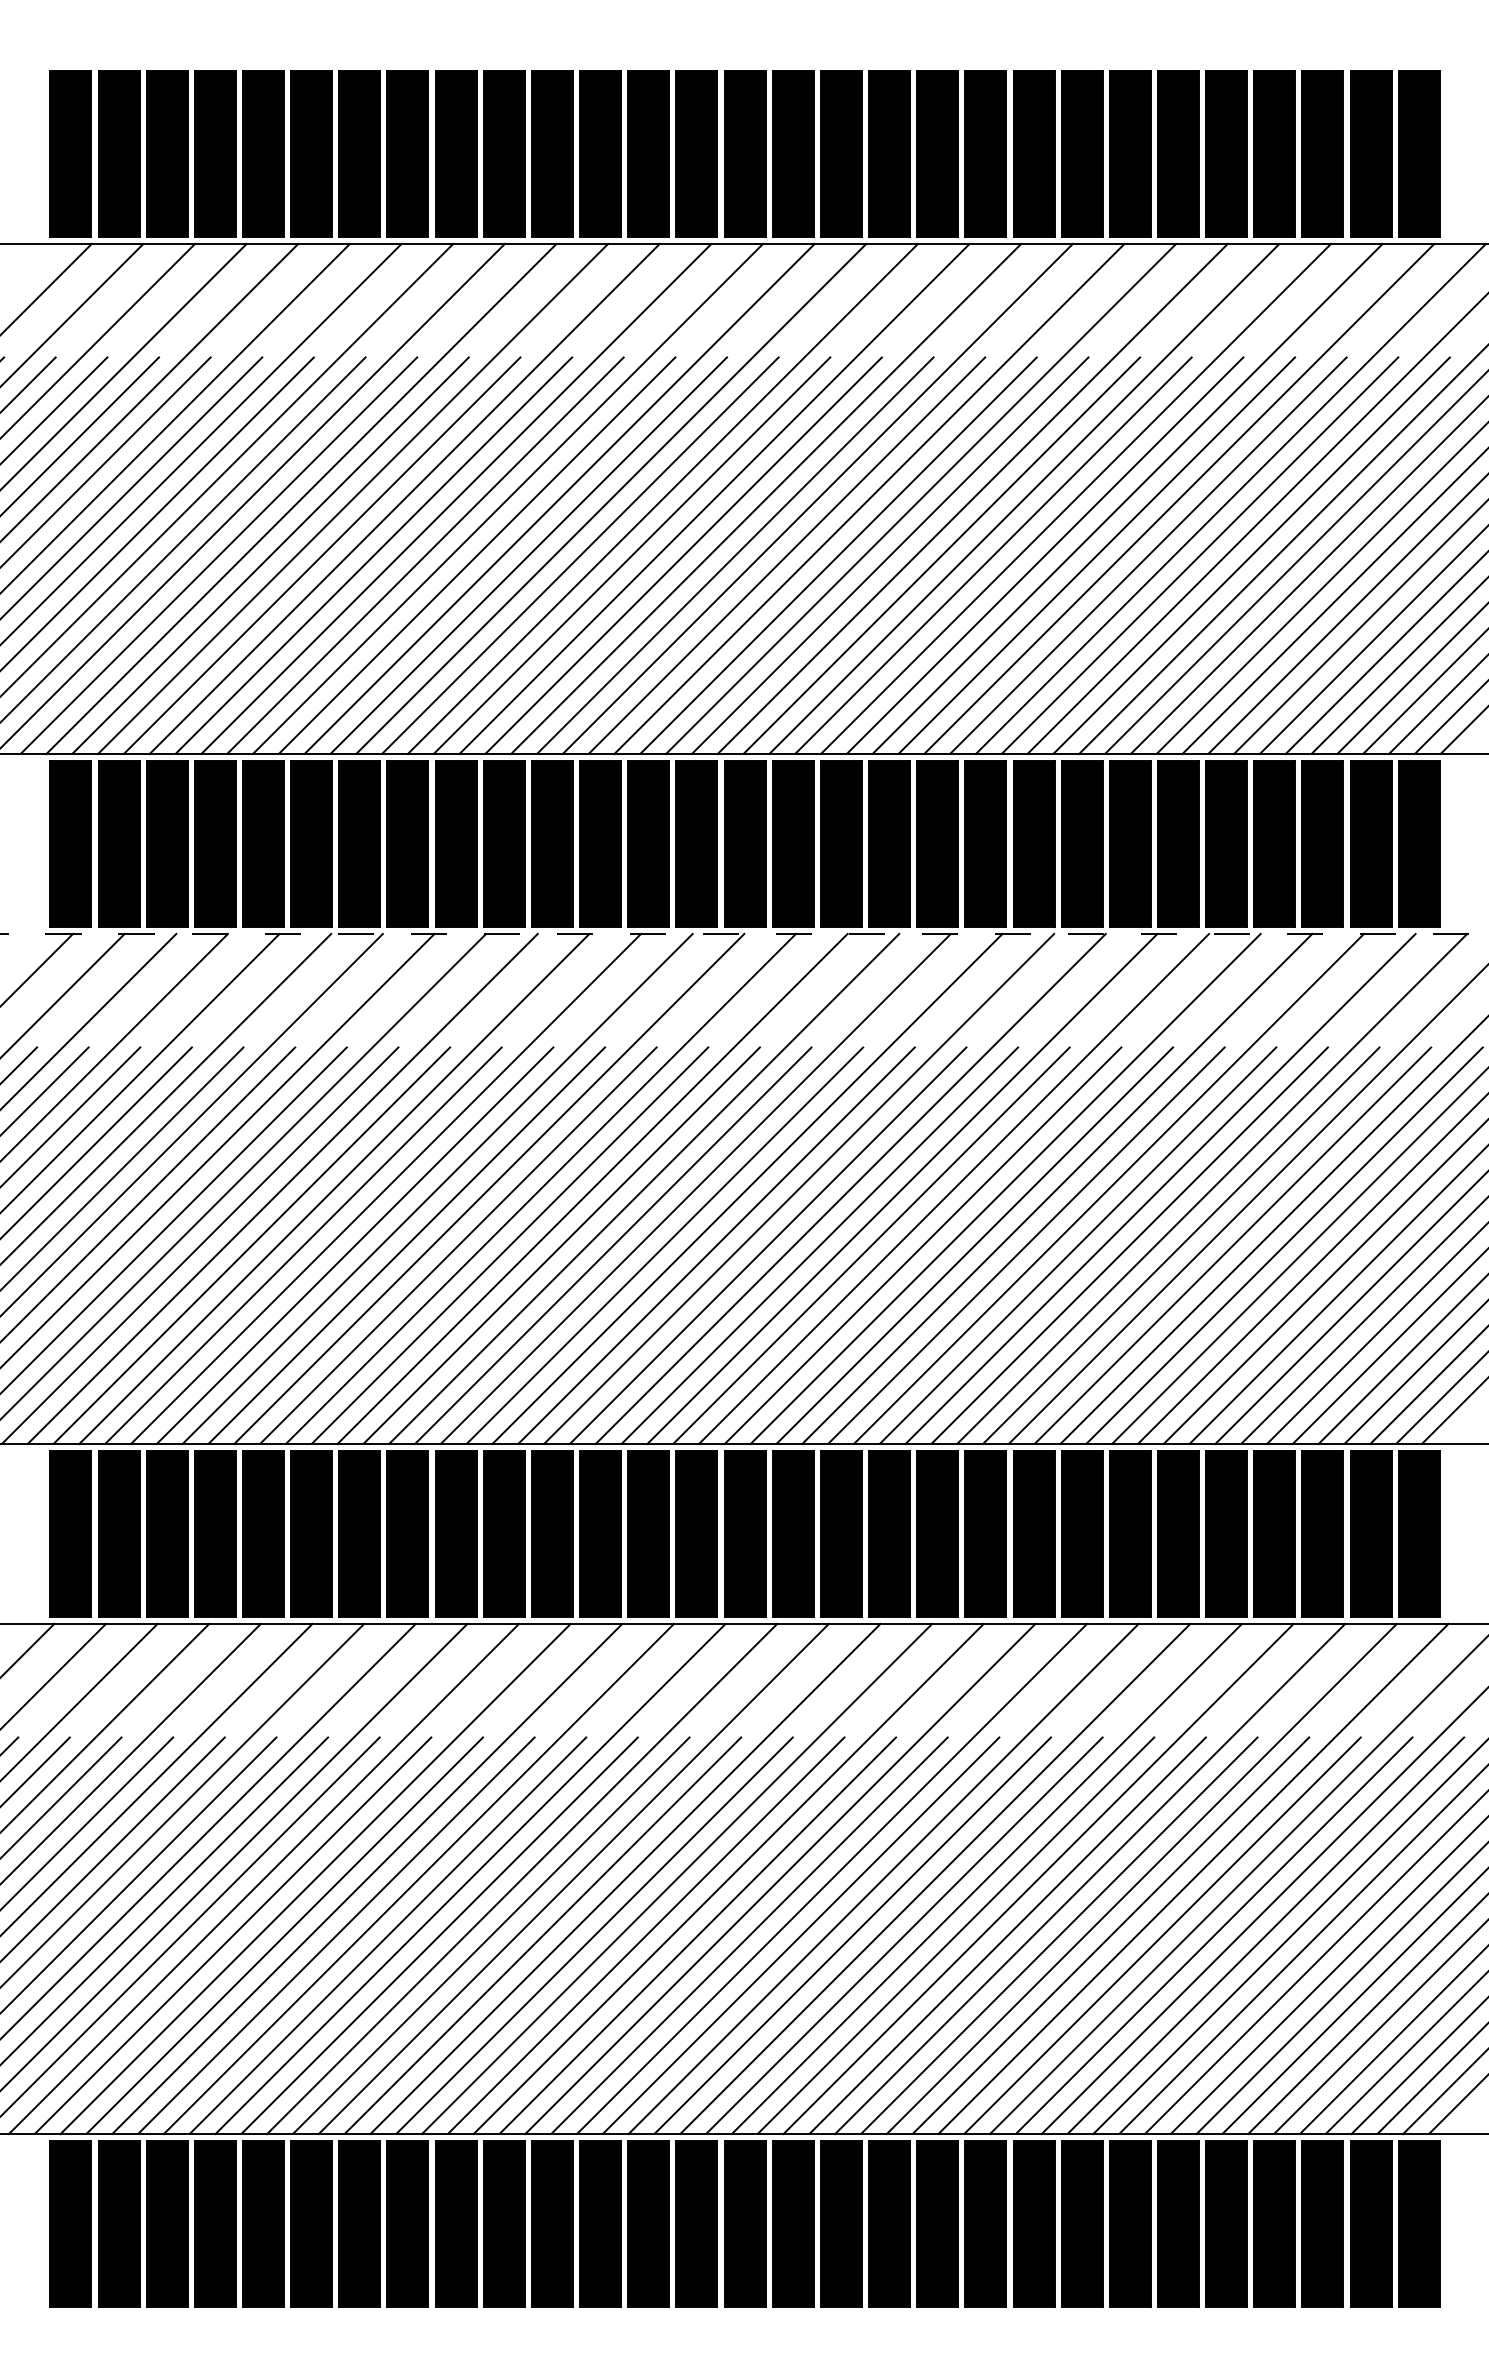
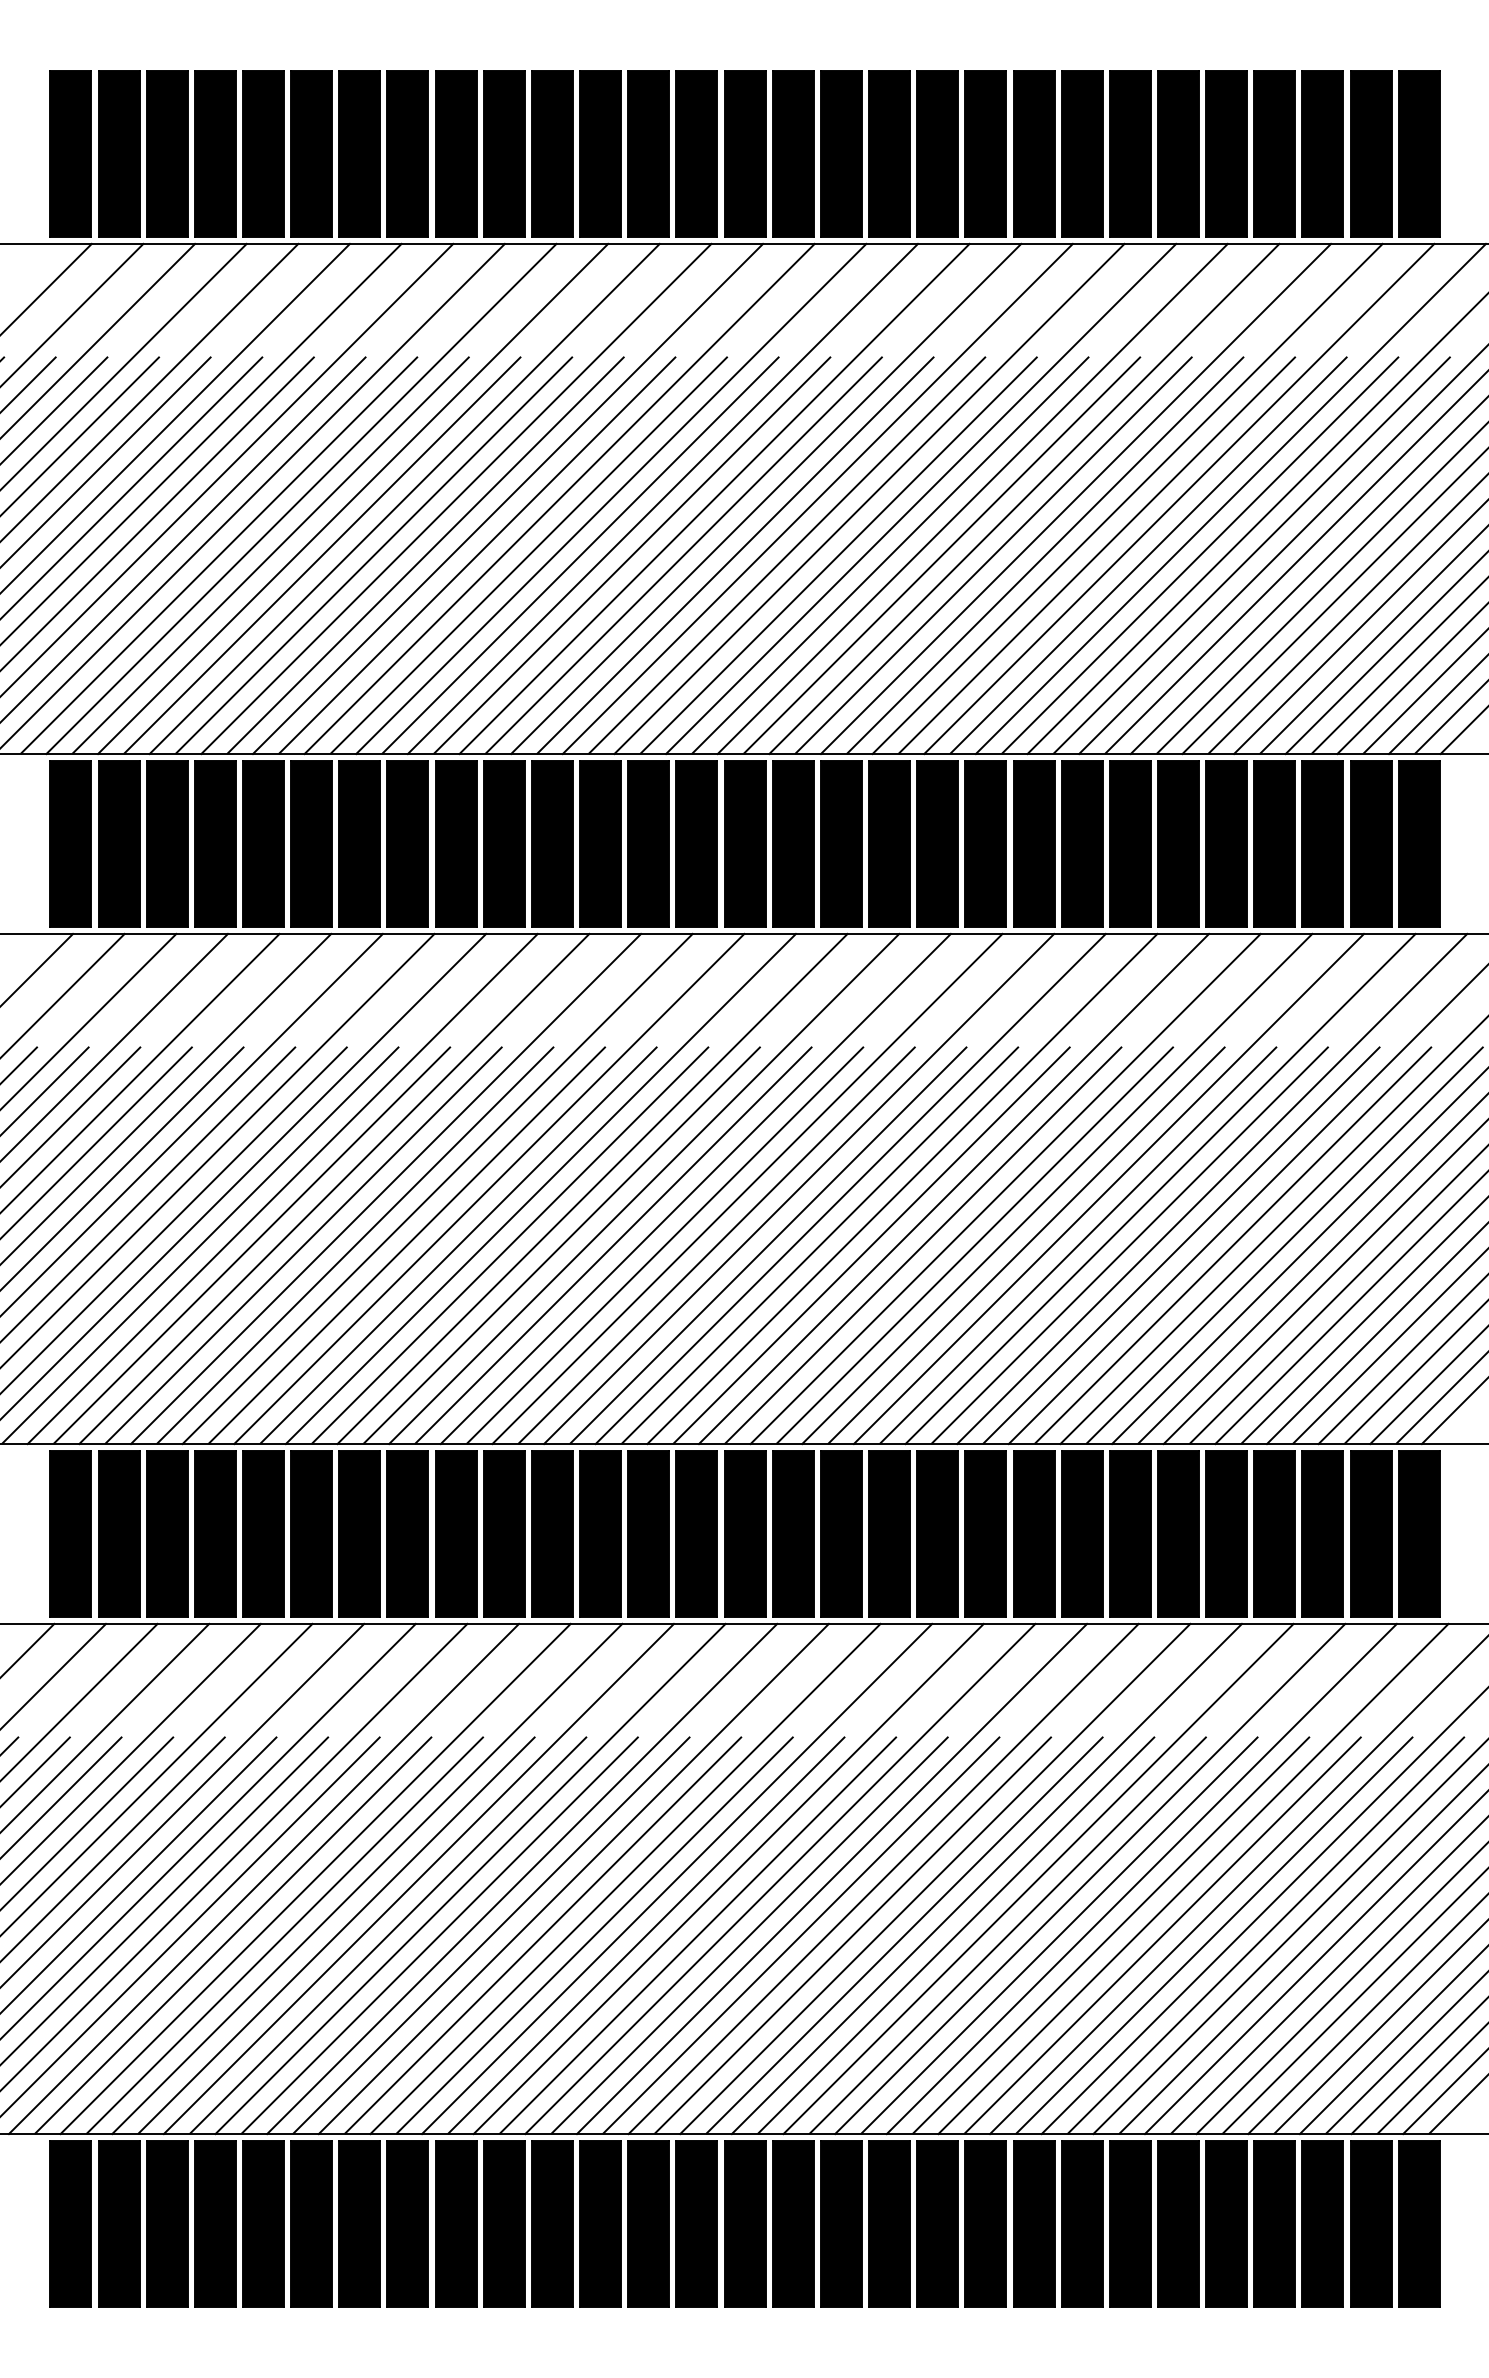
line at (744, 933): dashed -> solid
